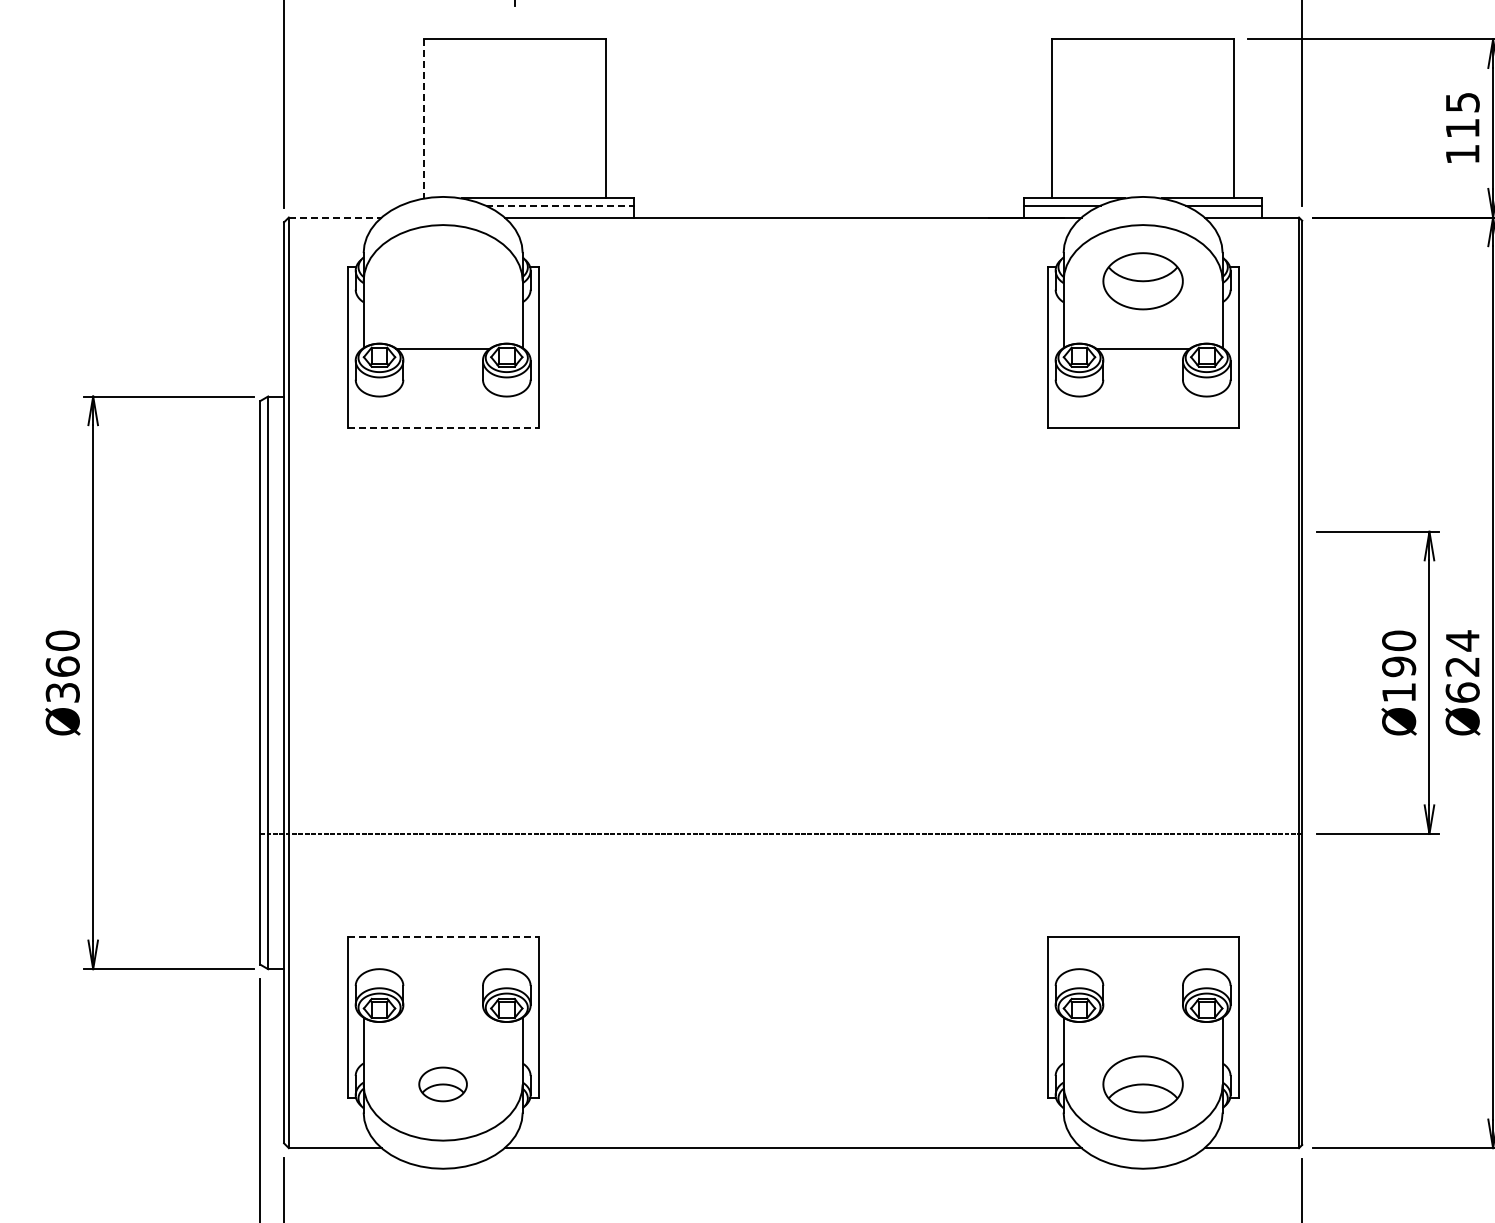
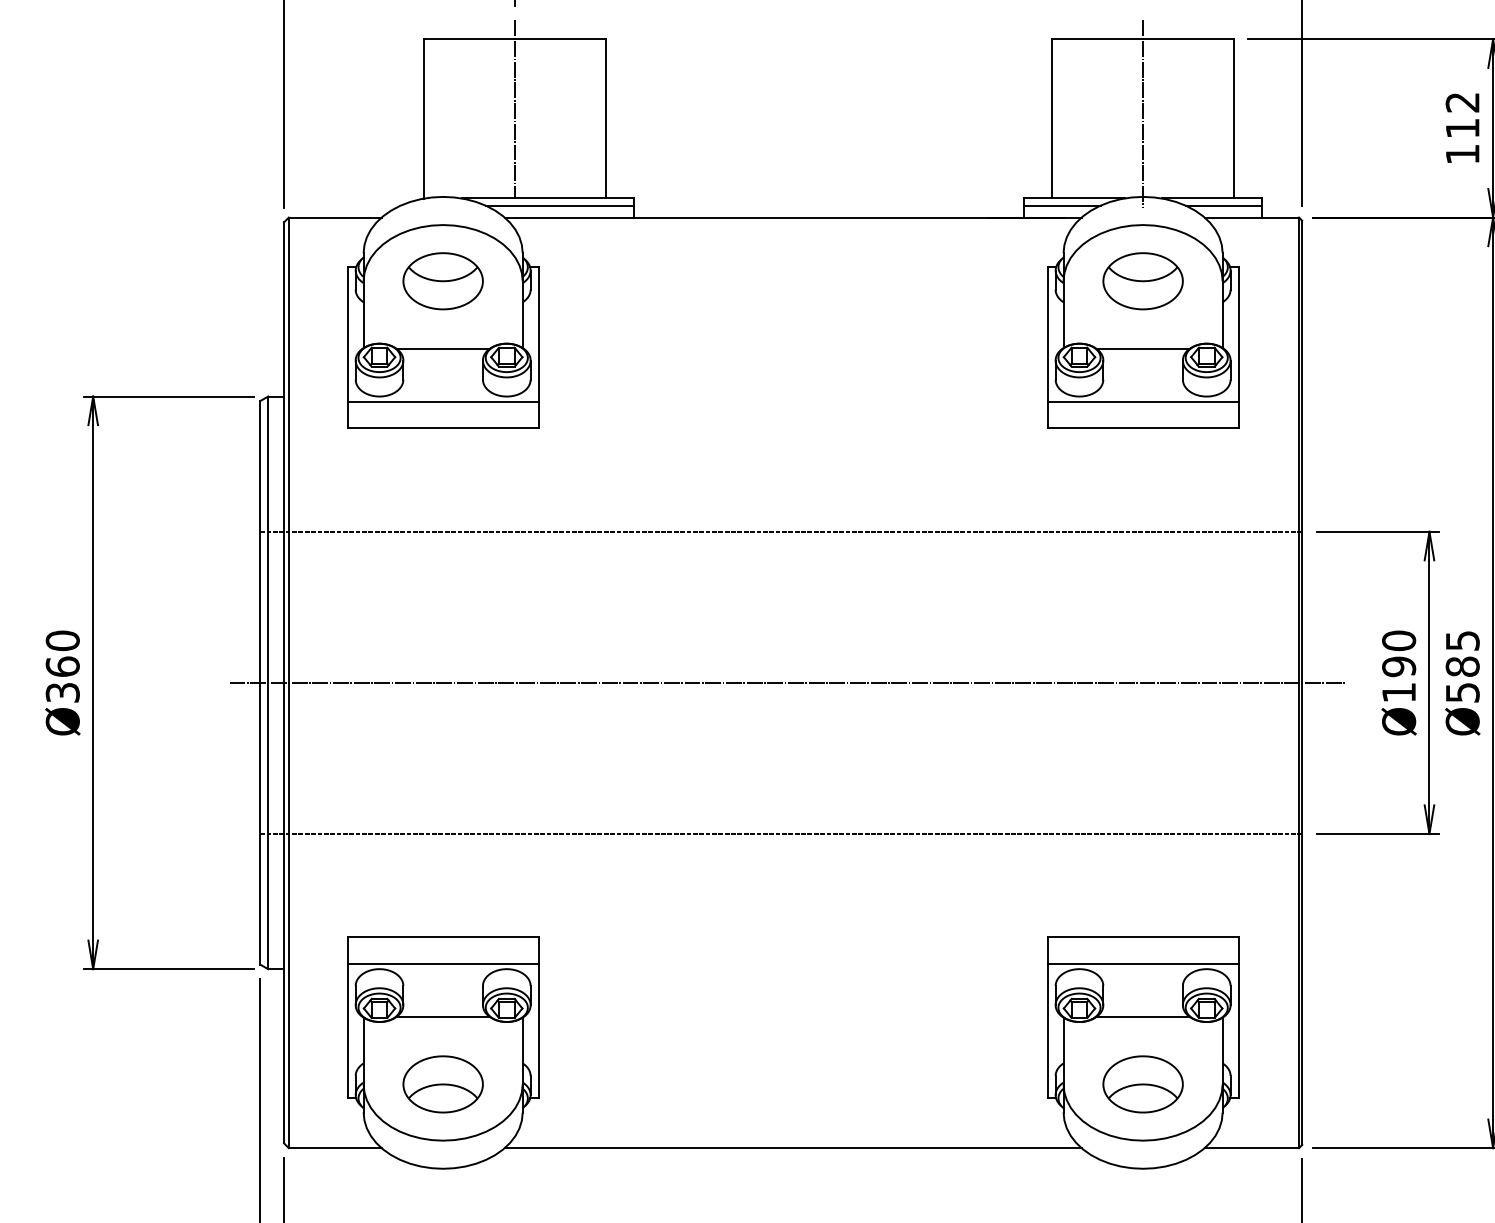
text at (1462, 102): 115 -> 112
line at (514, 109): none -> present
line at (1143, 114): none -> present
line at (423, 118): dashed -> solid
line at (560, 205): dashed -> solid
line at (335, 217): dashed -> solid
part at (442, 281): none -> present
line at (442, 402): none -> present
line at (1142, 402): none -> present
line at (443, 428): dashed -> solid
line at (781, 531): none -> present
text at (1462, 666): Ø624 -> Ø585
line at (786, 682): none -> present
line at (443, 937): dashed -> solid
line at (442, 963): none -> present
line at (1142, 963): none -> present
line at (442, 1016): none -> present
line at (1142, 1016): none -> present
part at (442, 1084) size: 50x37 px -> 82x59 px
